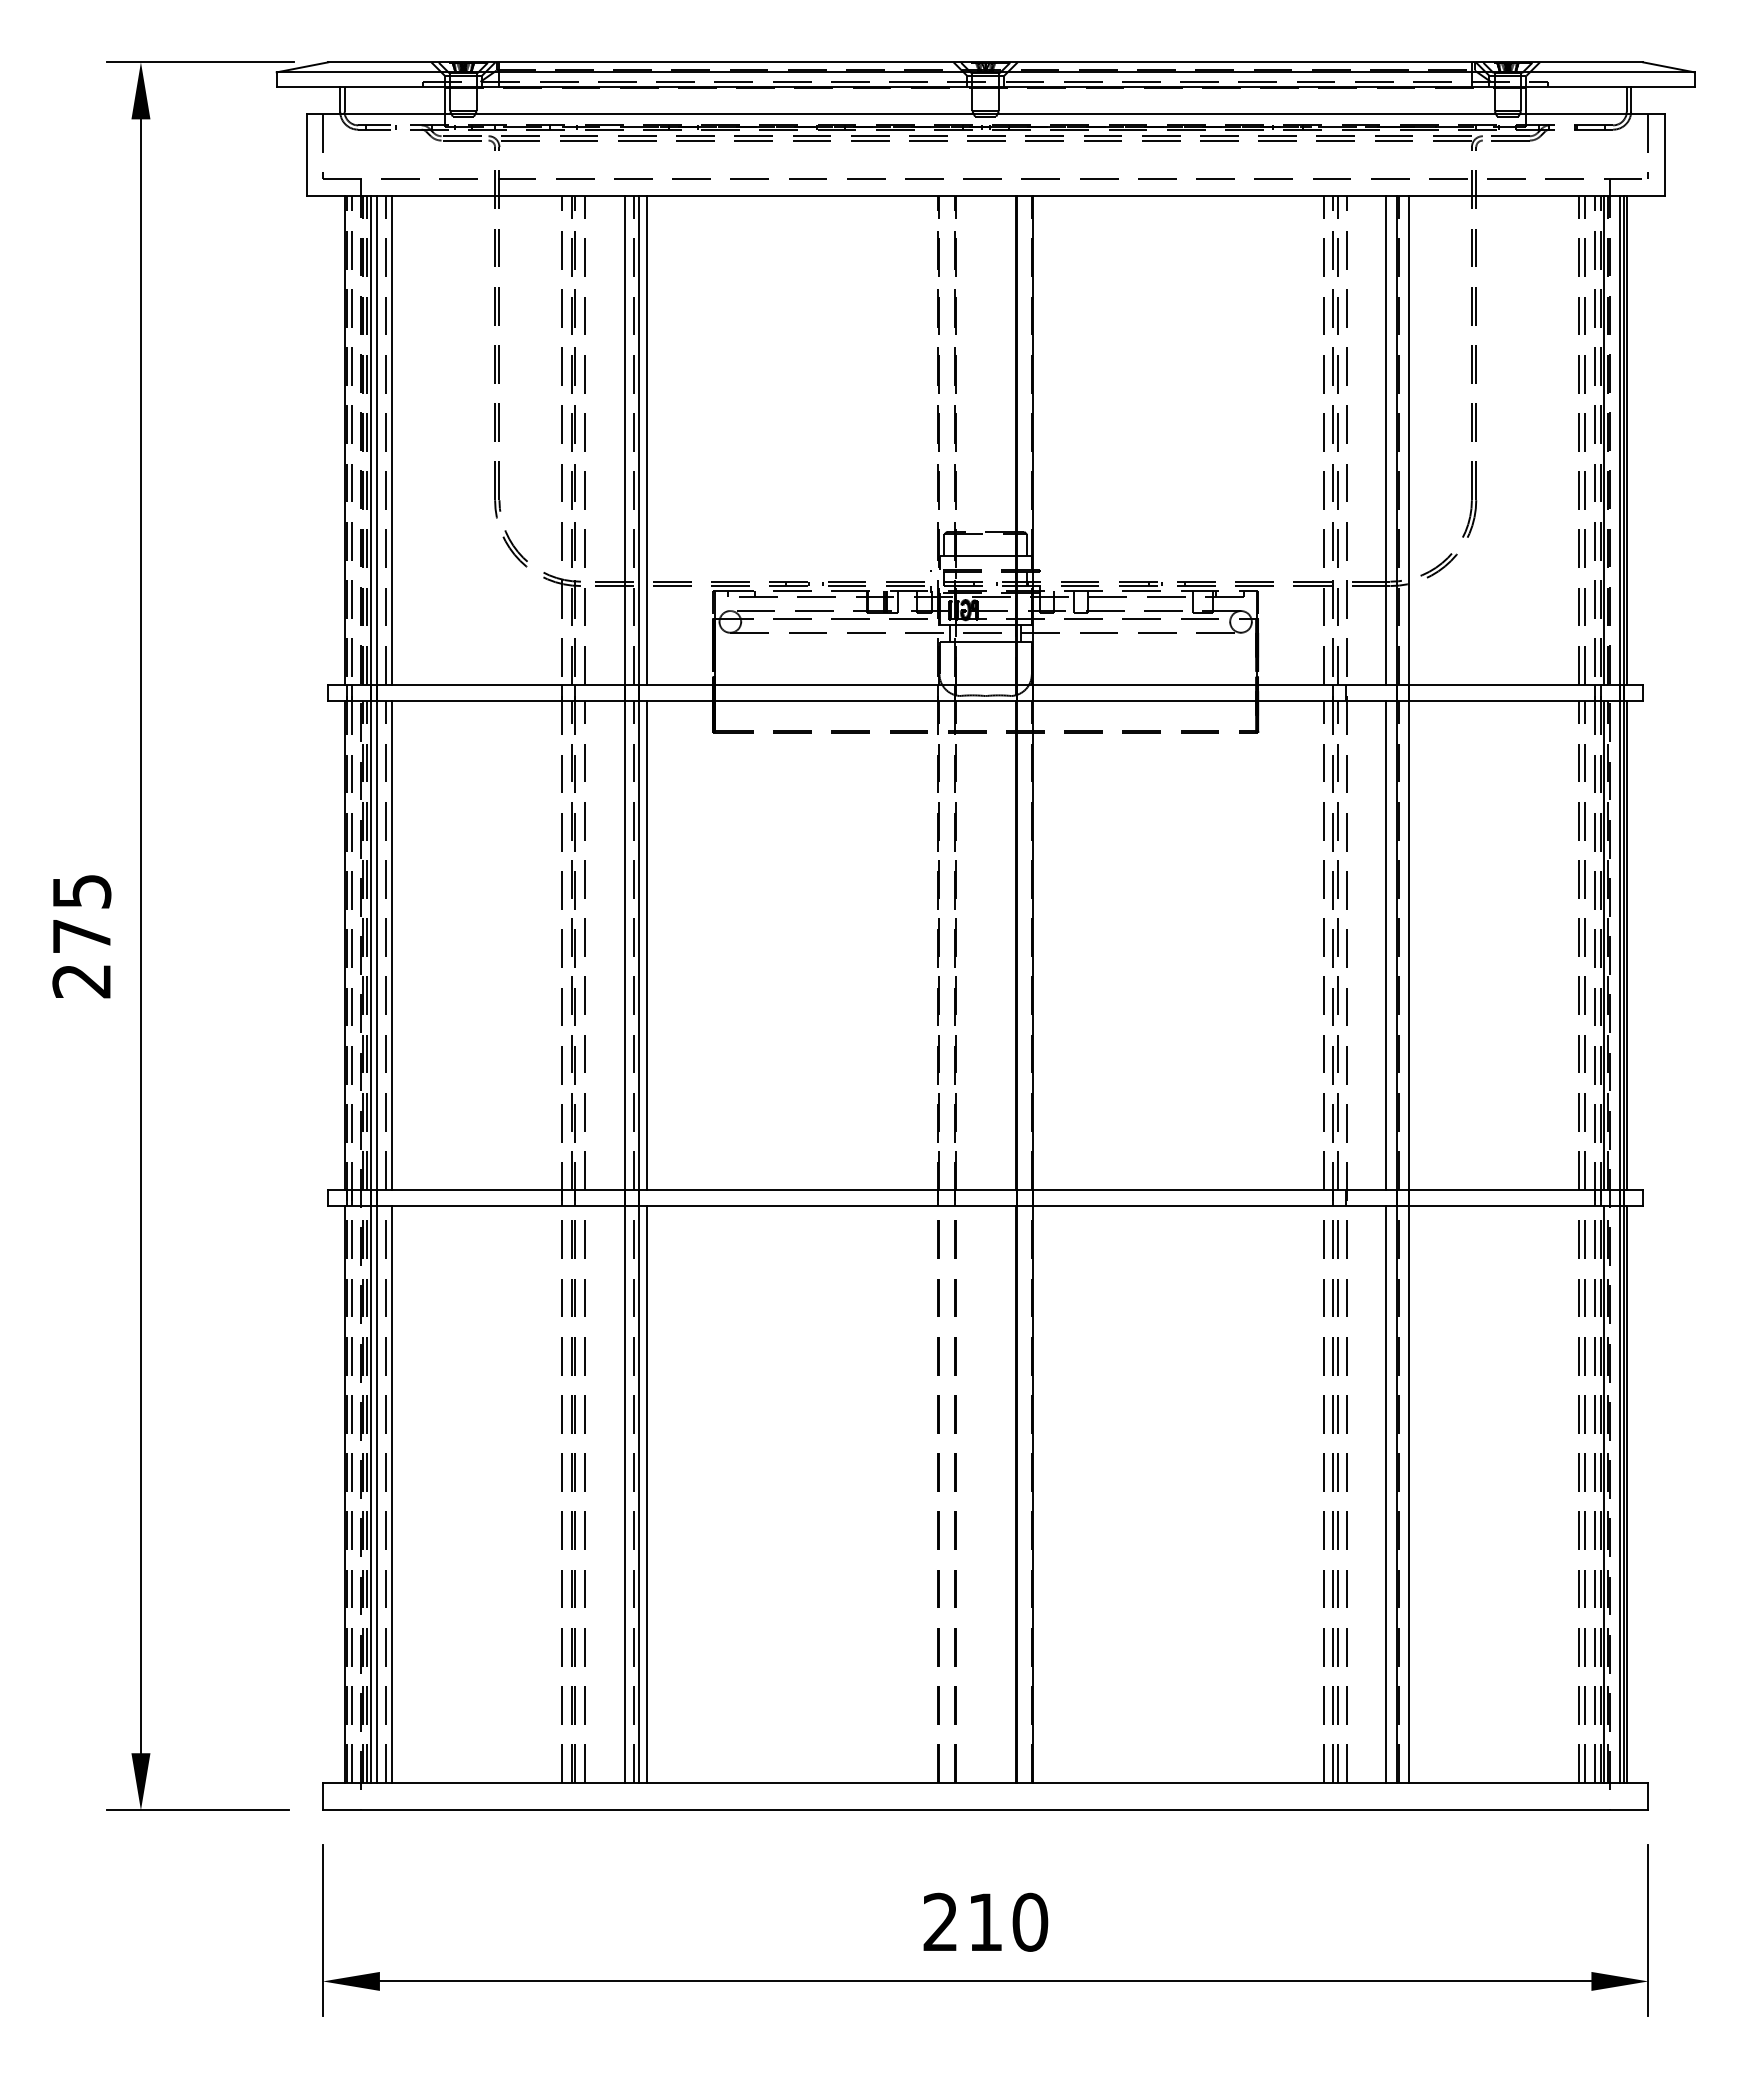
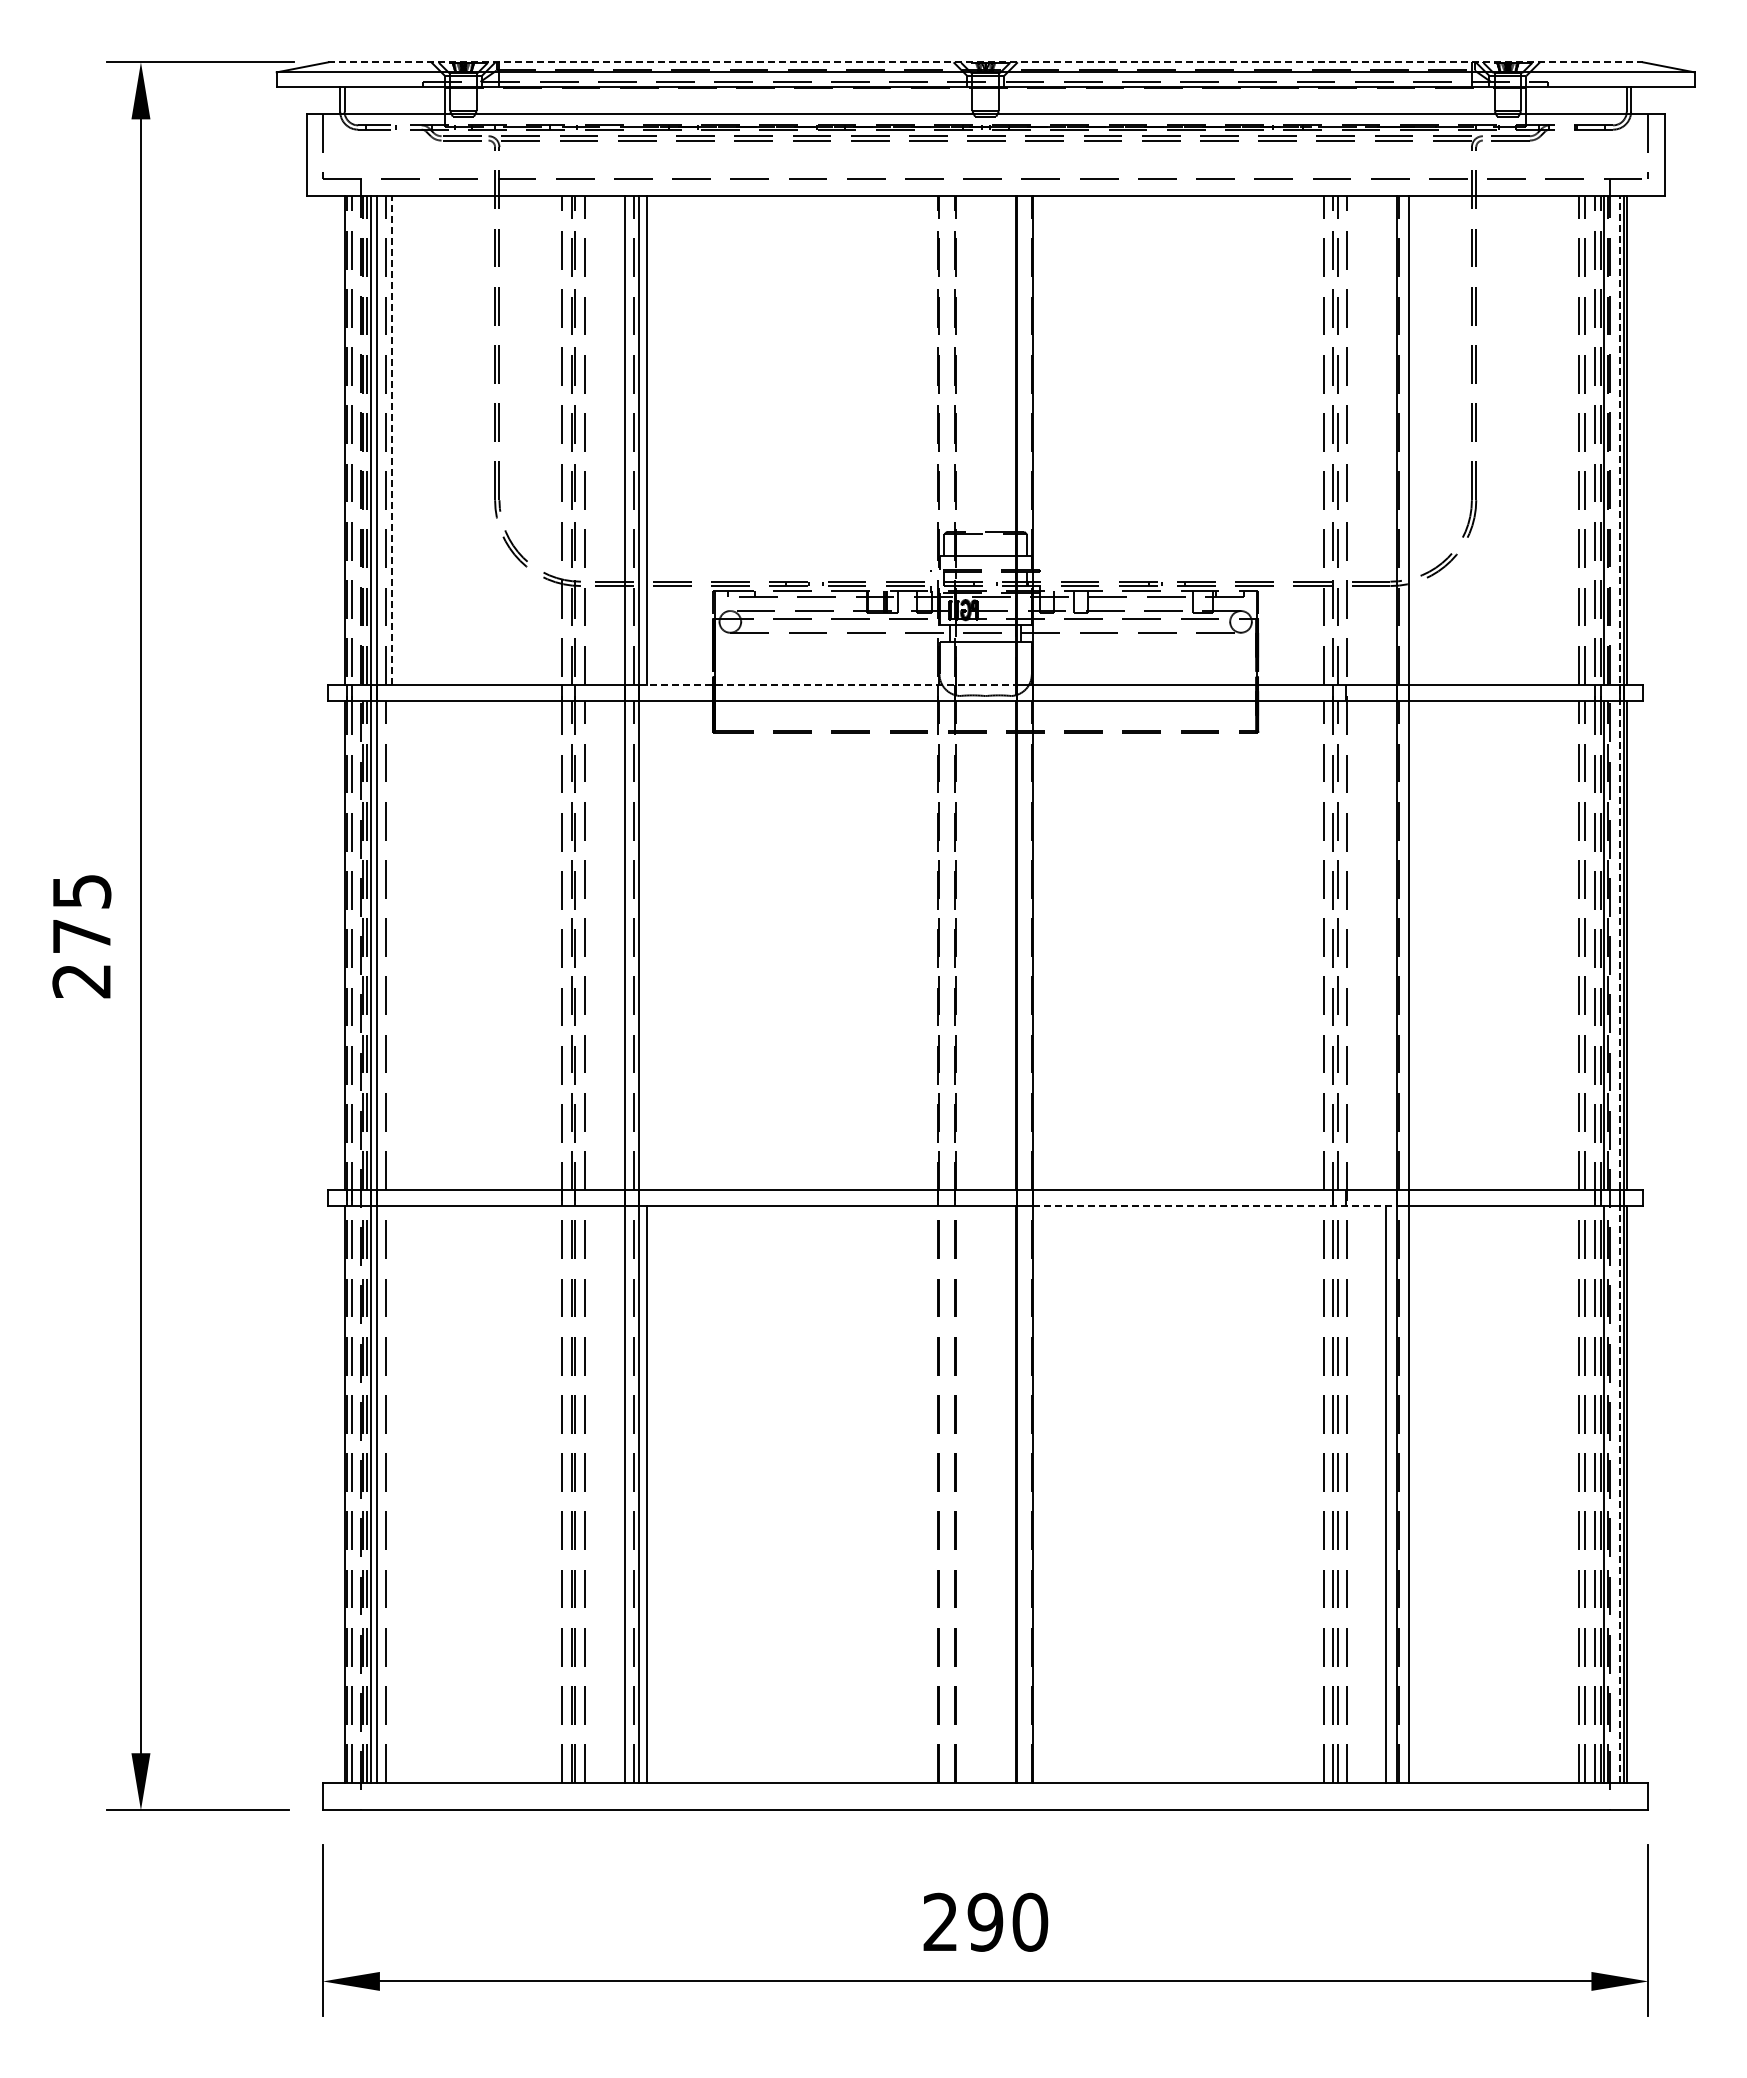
line at (986, 62): solid -> dashed
line at (391, 439): solid -> dashed
line at (1386, 439): present -> none
line at (828, 684): solid -> dashed
line at (391, 944): present -> none
line at (647, 944): present -> none
line at (1386, 944): present -> none
line at (1619, 989): solid -> dashed
line at (1214, 1206): solid -> dashed
line at (391, 1494): present -> none
text at (985, 1921): 210 -> 290
